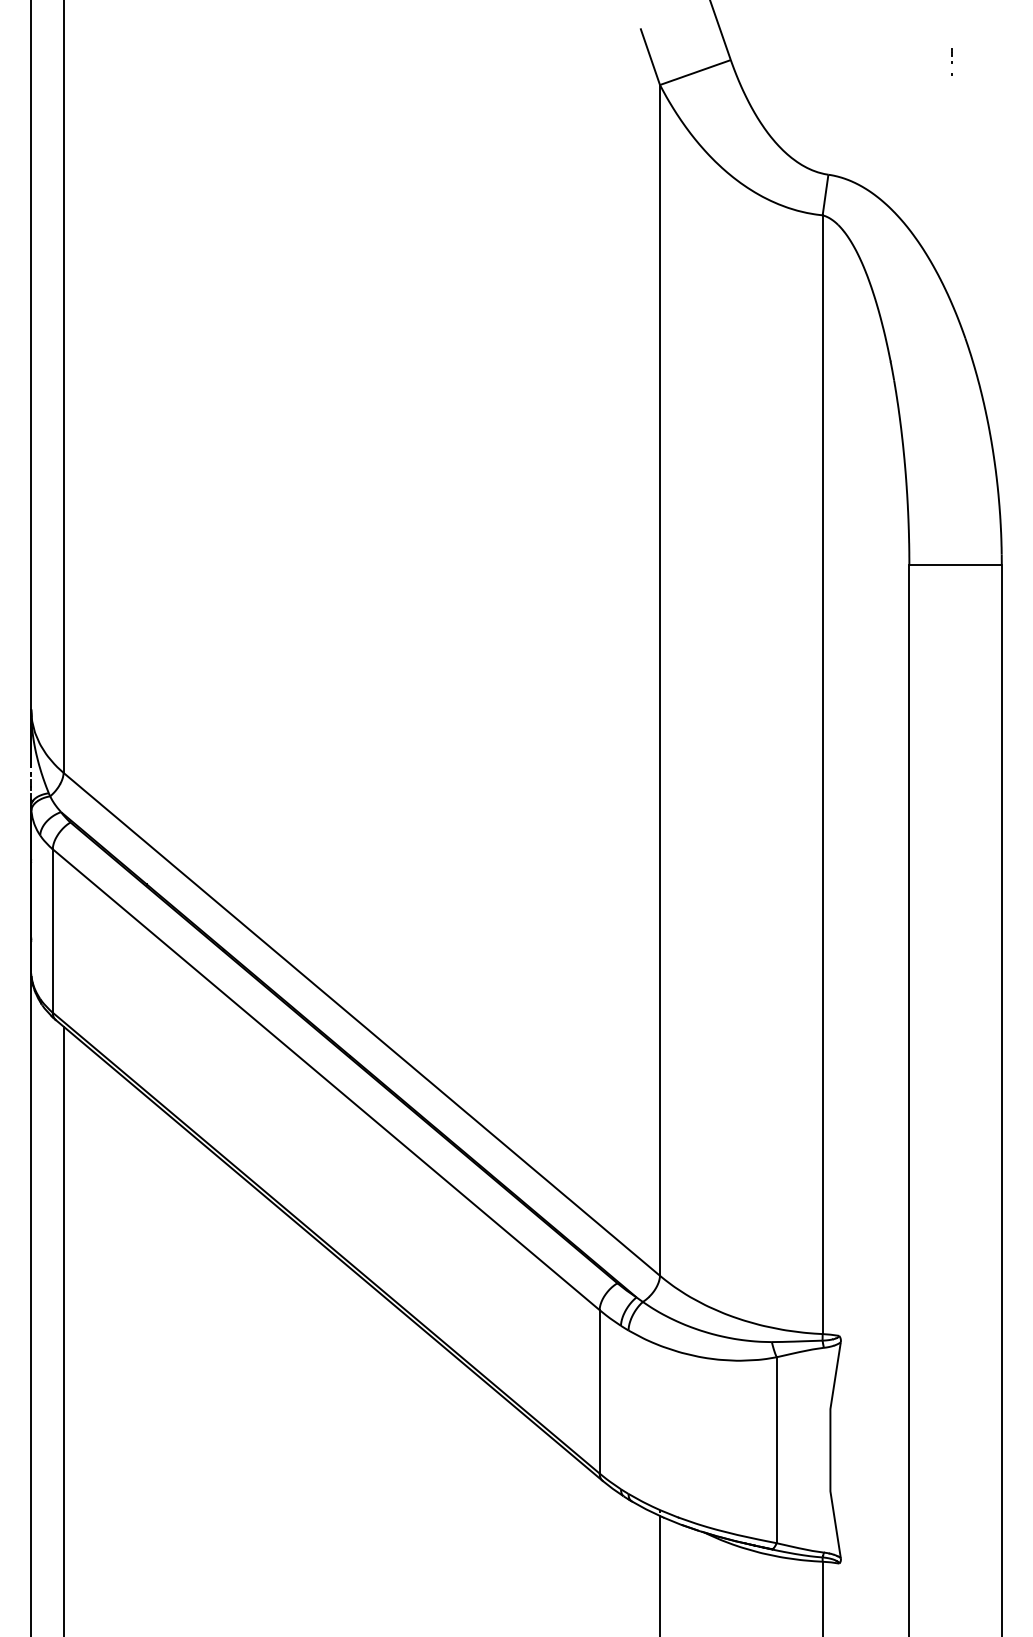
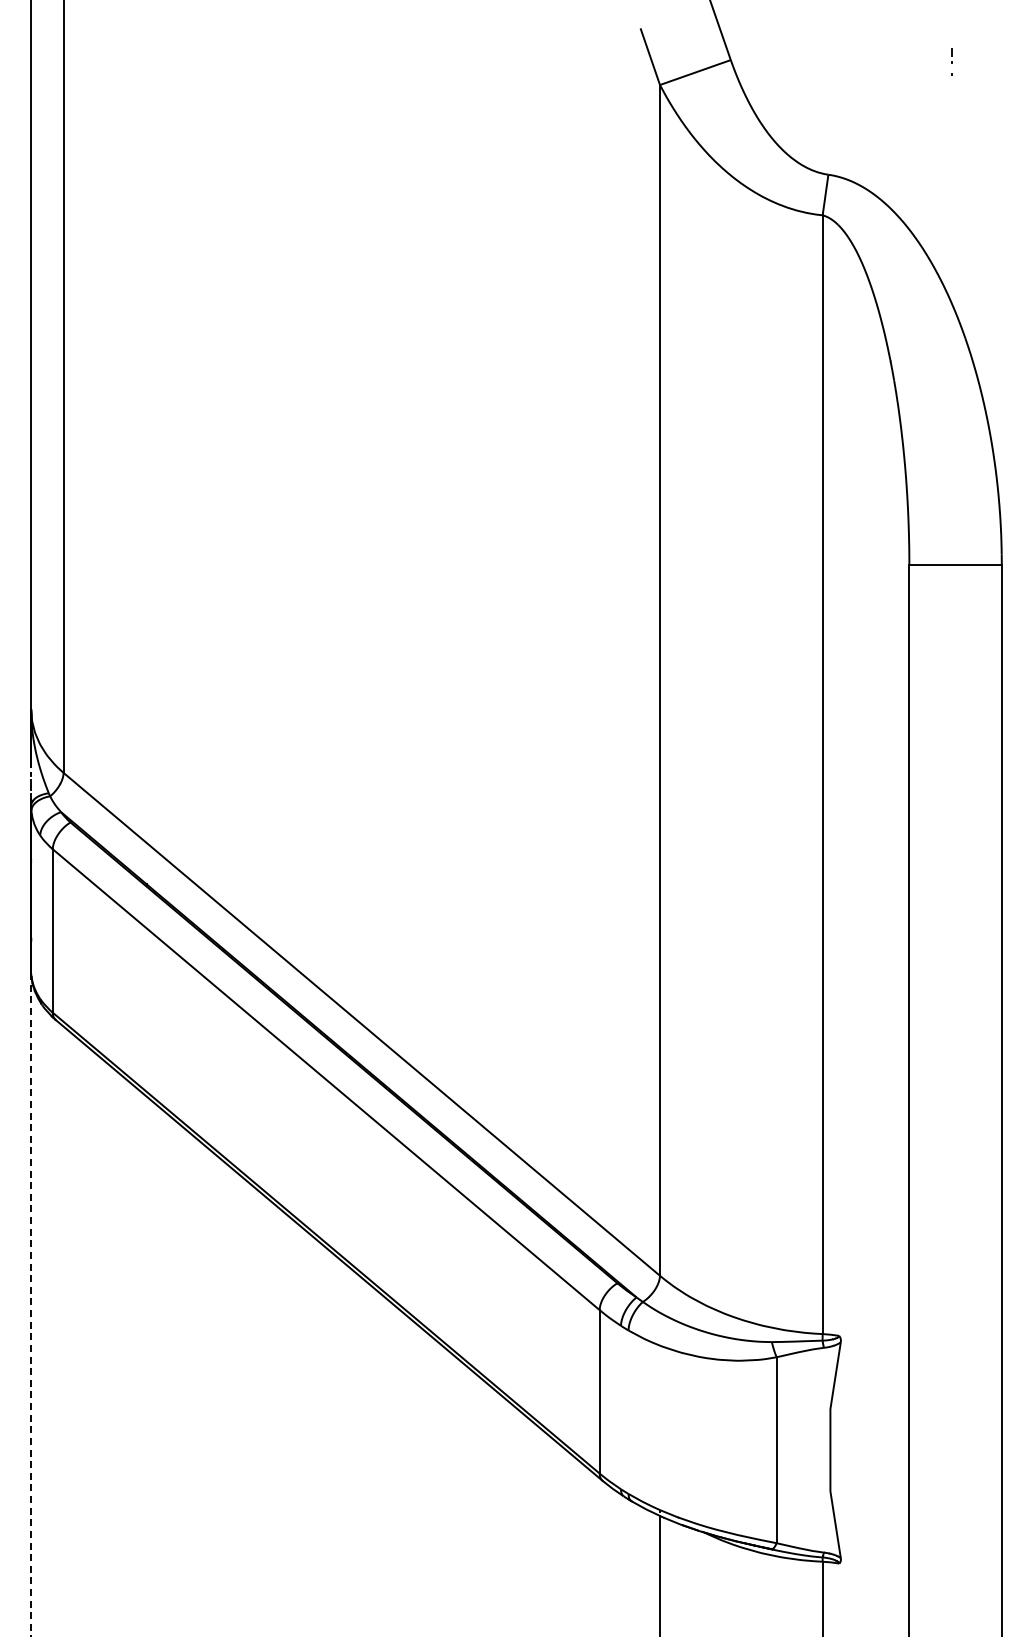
line at (31, 1287): solid -> dashed
line at (63, 1329): present -> none
